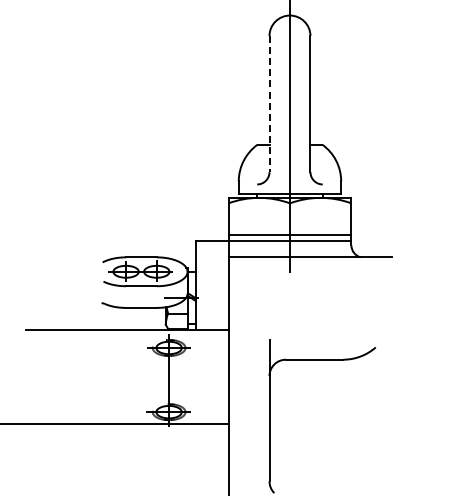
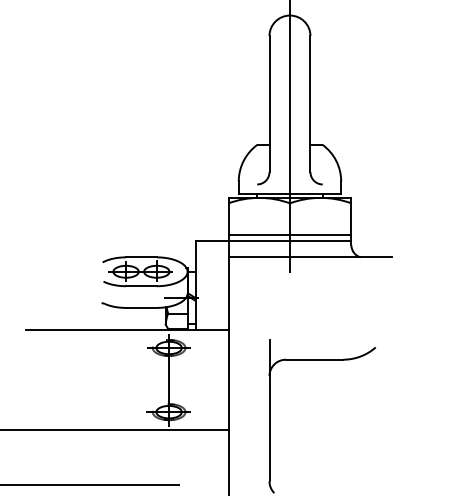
line at (269, 104): dashed -> solid
line at (115, 424) position: (115, 424) -> (115, 430)
line at (90, 484): none -> present
